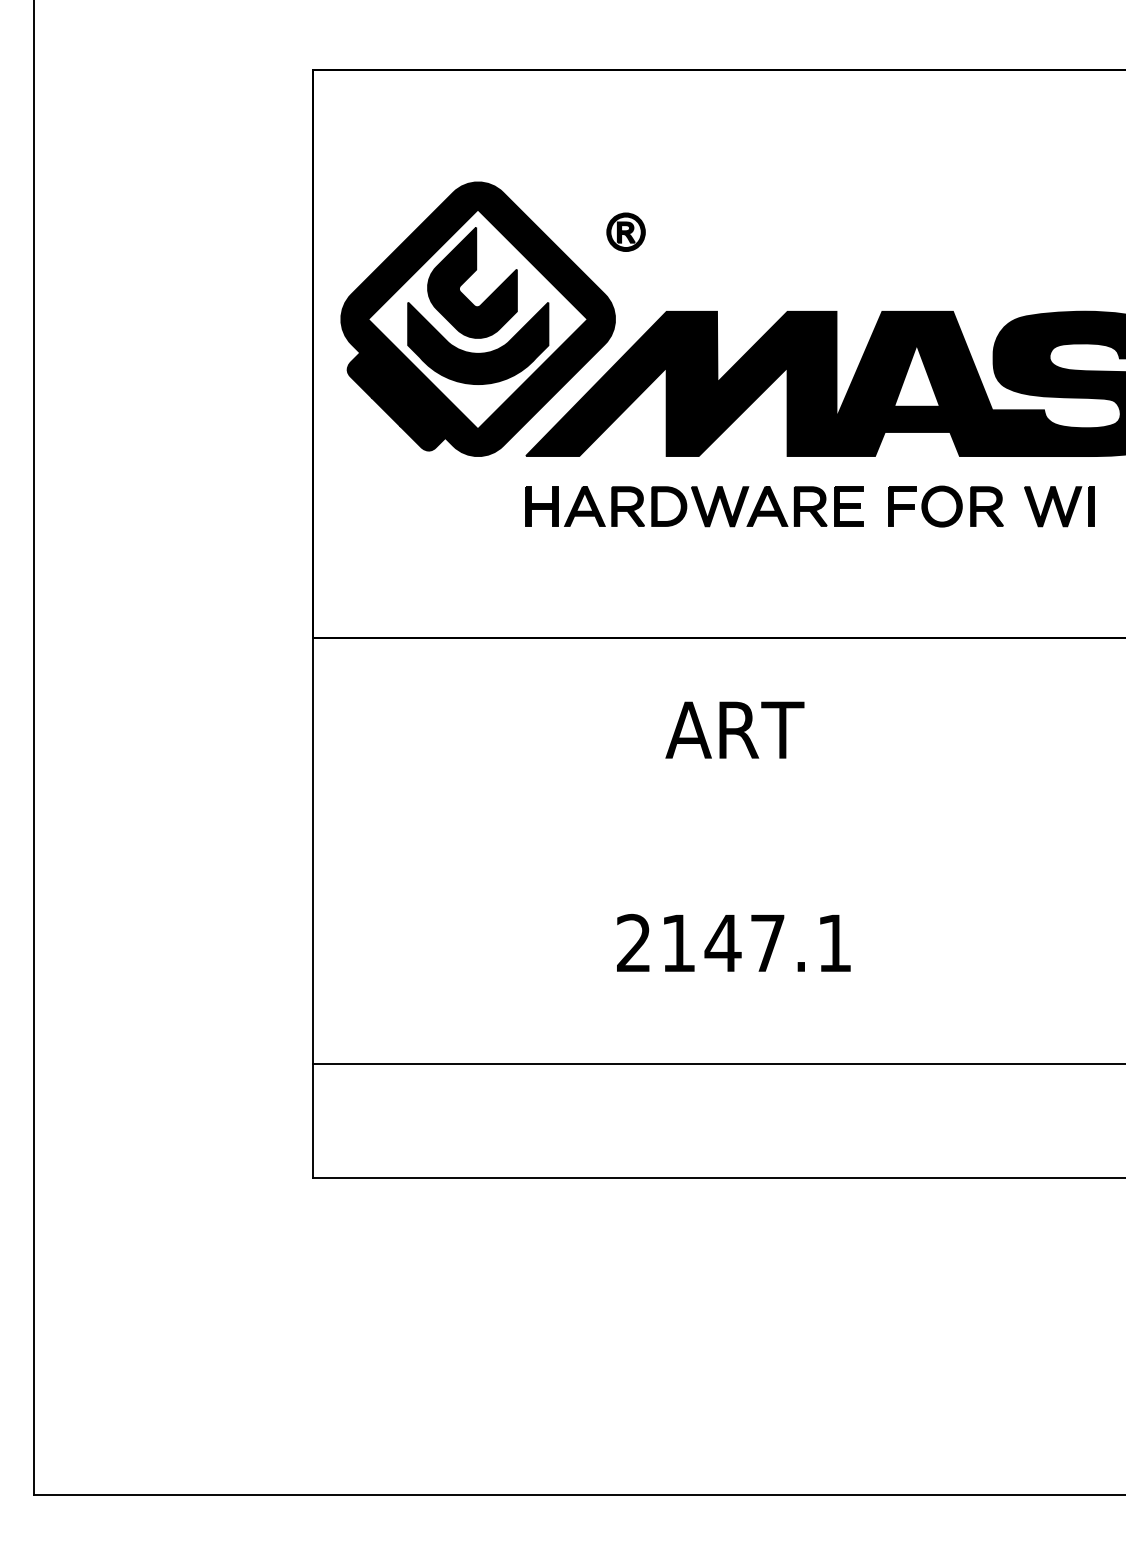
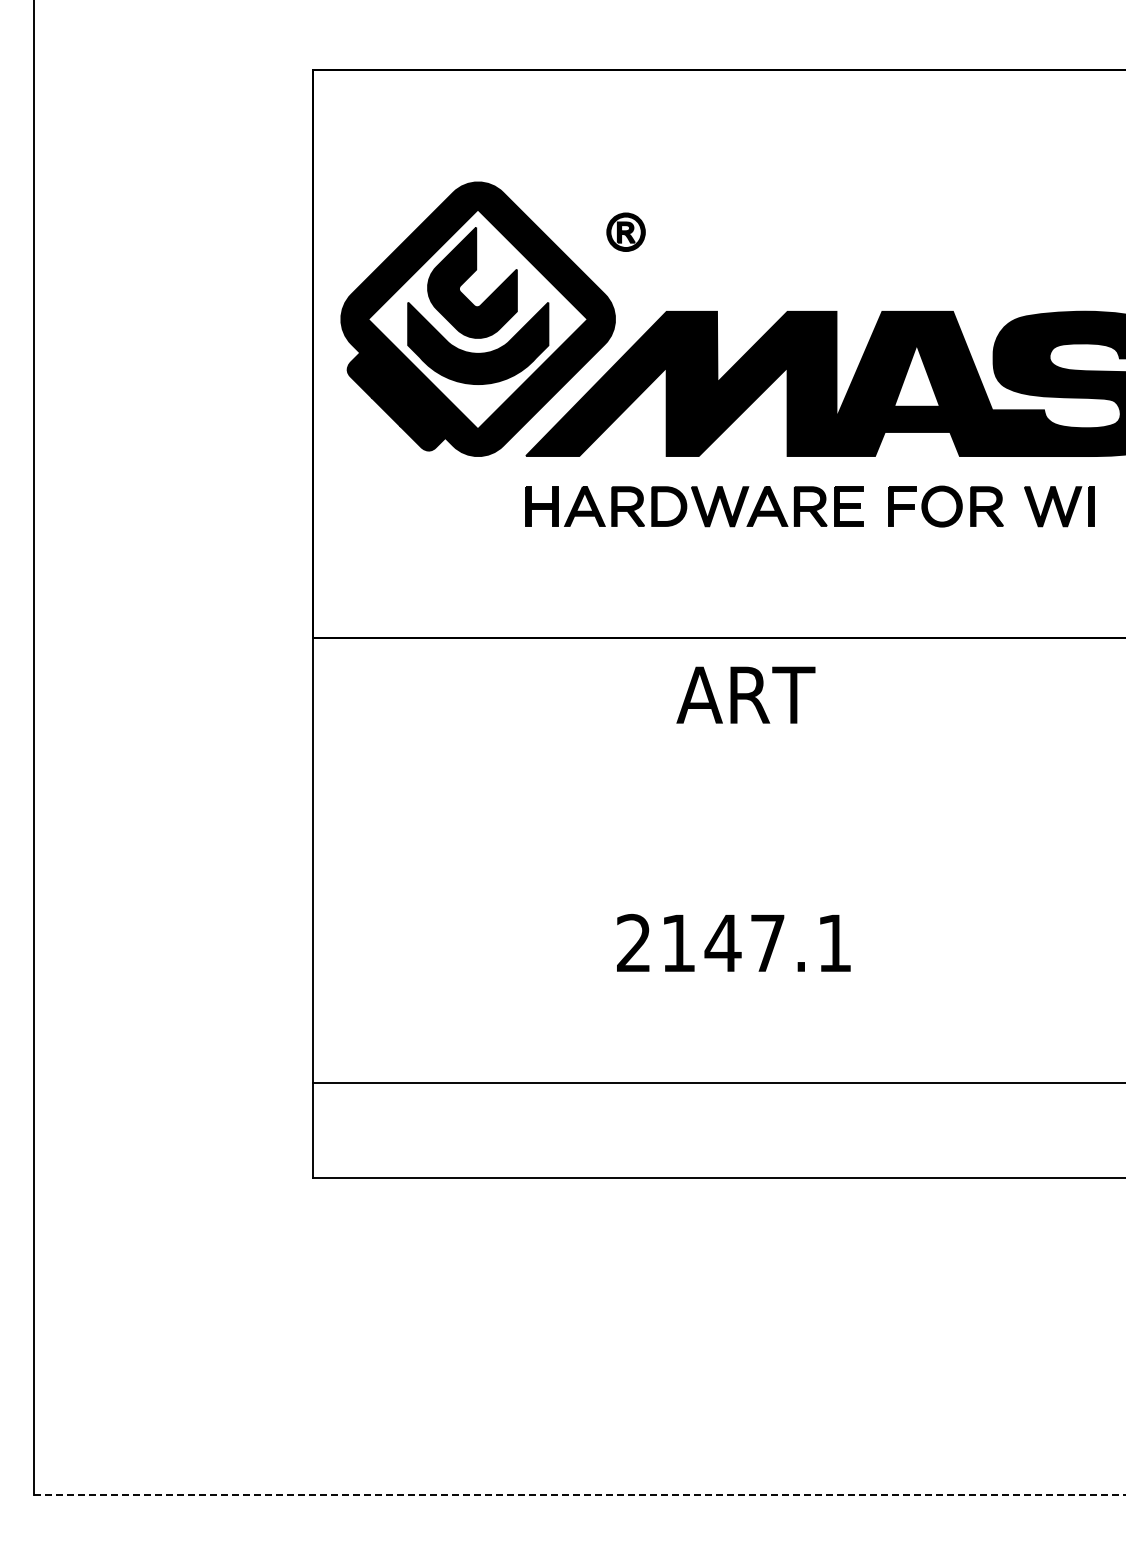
text at (734, 729) position: (734, 729) -> (745, 694)
line at (717, 1064) position: (717, 1064) -> (717, 1083)
line at (579, 1494): solid -> dashed
